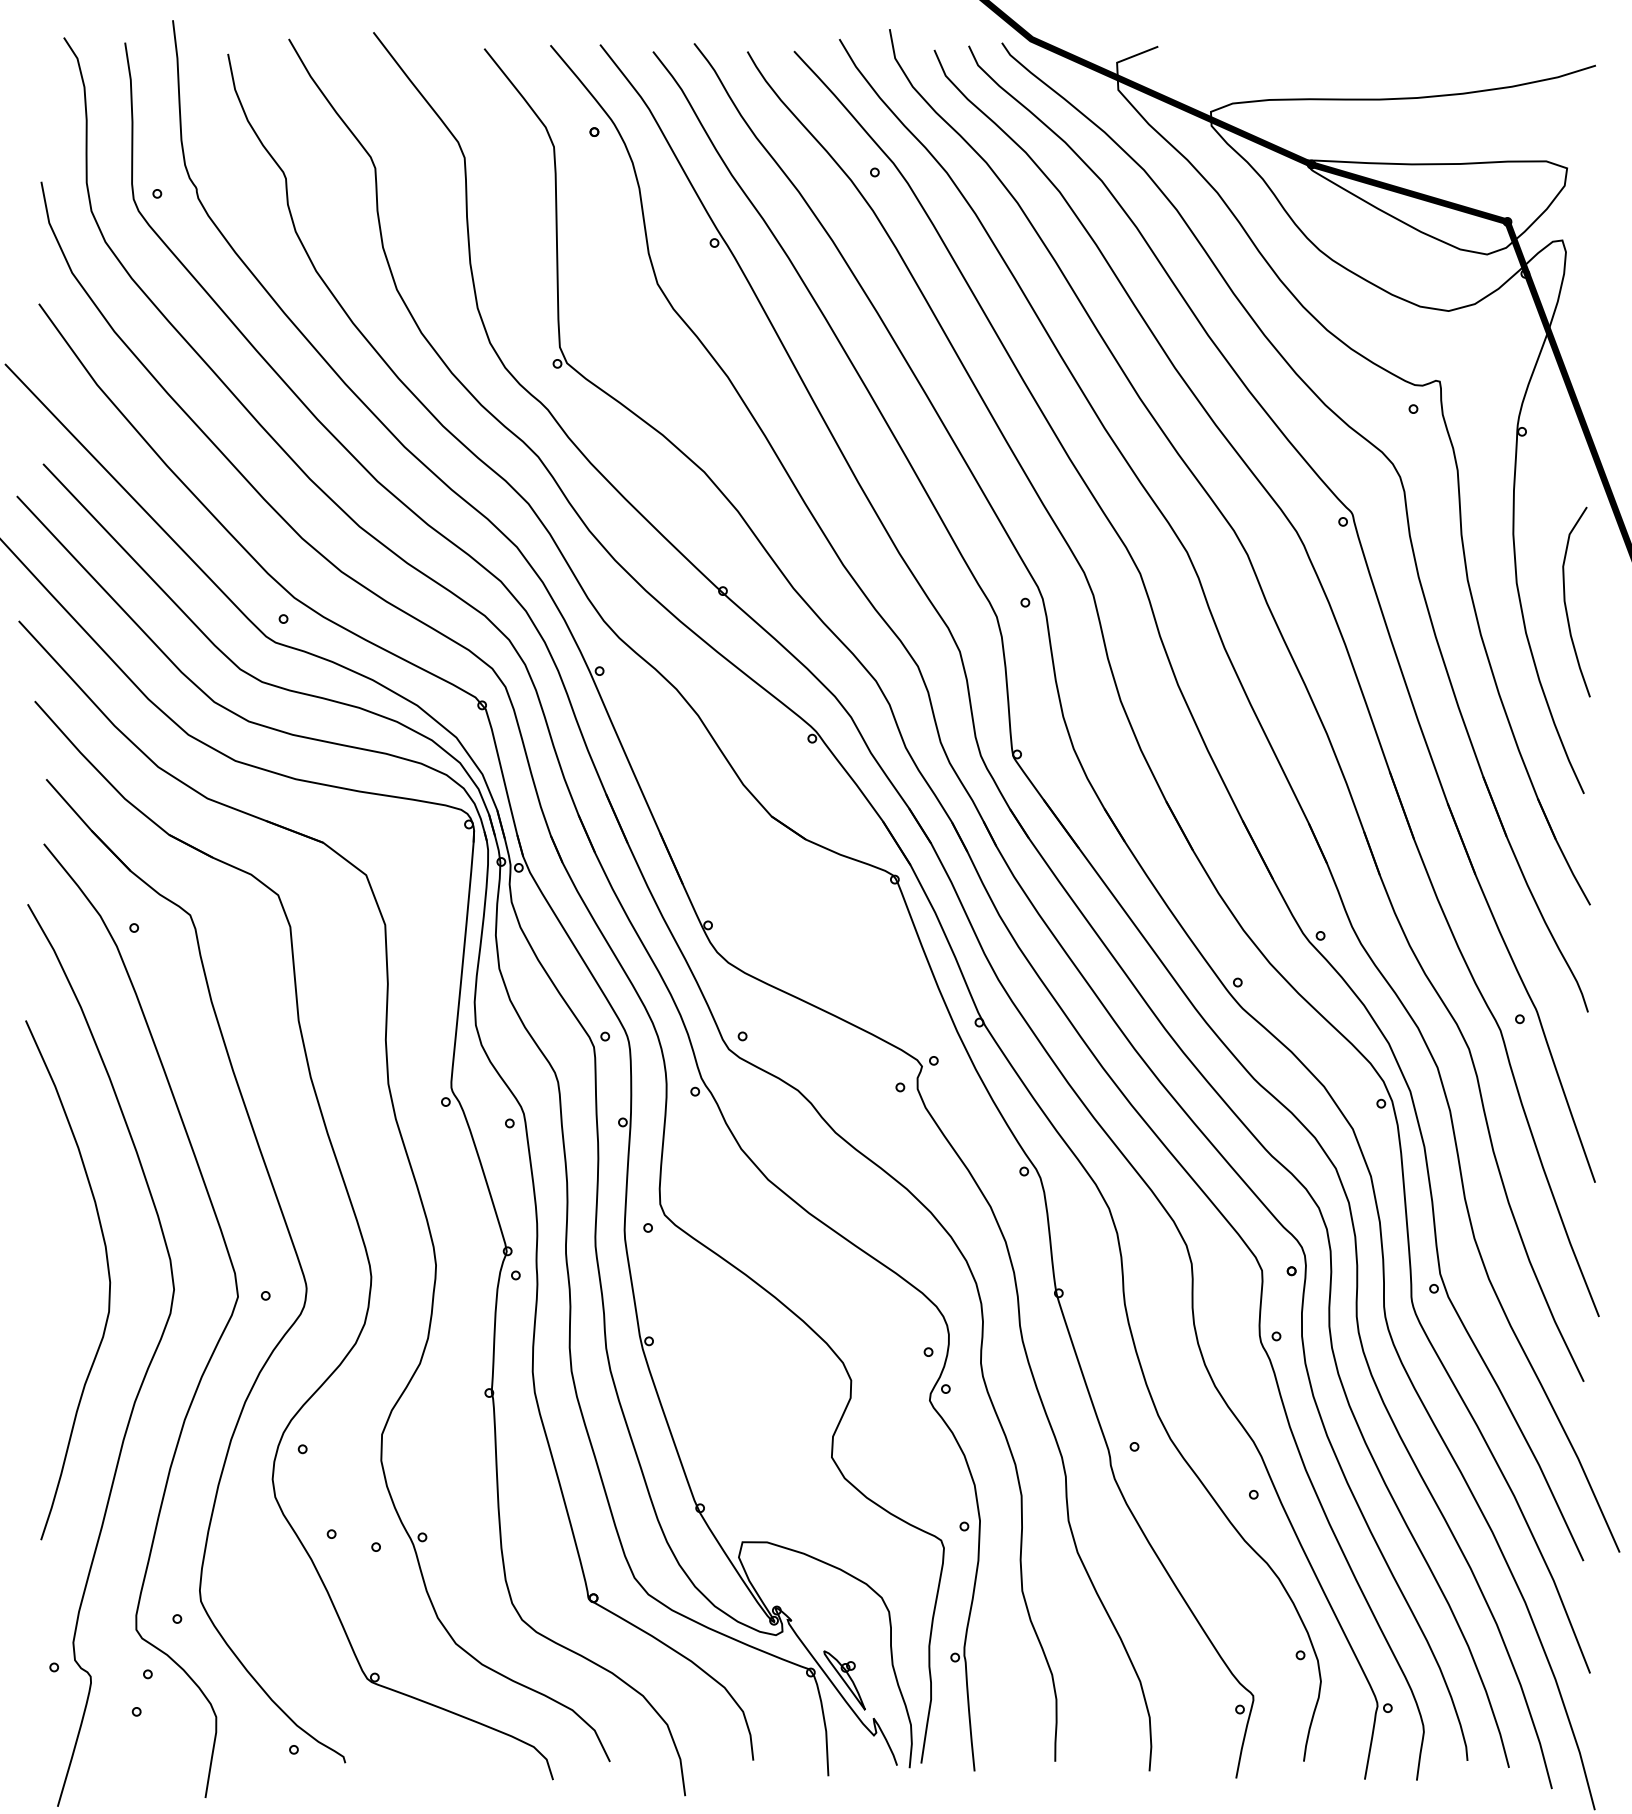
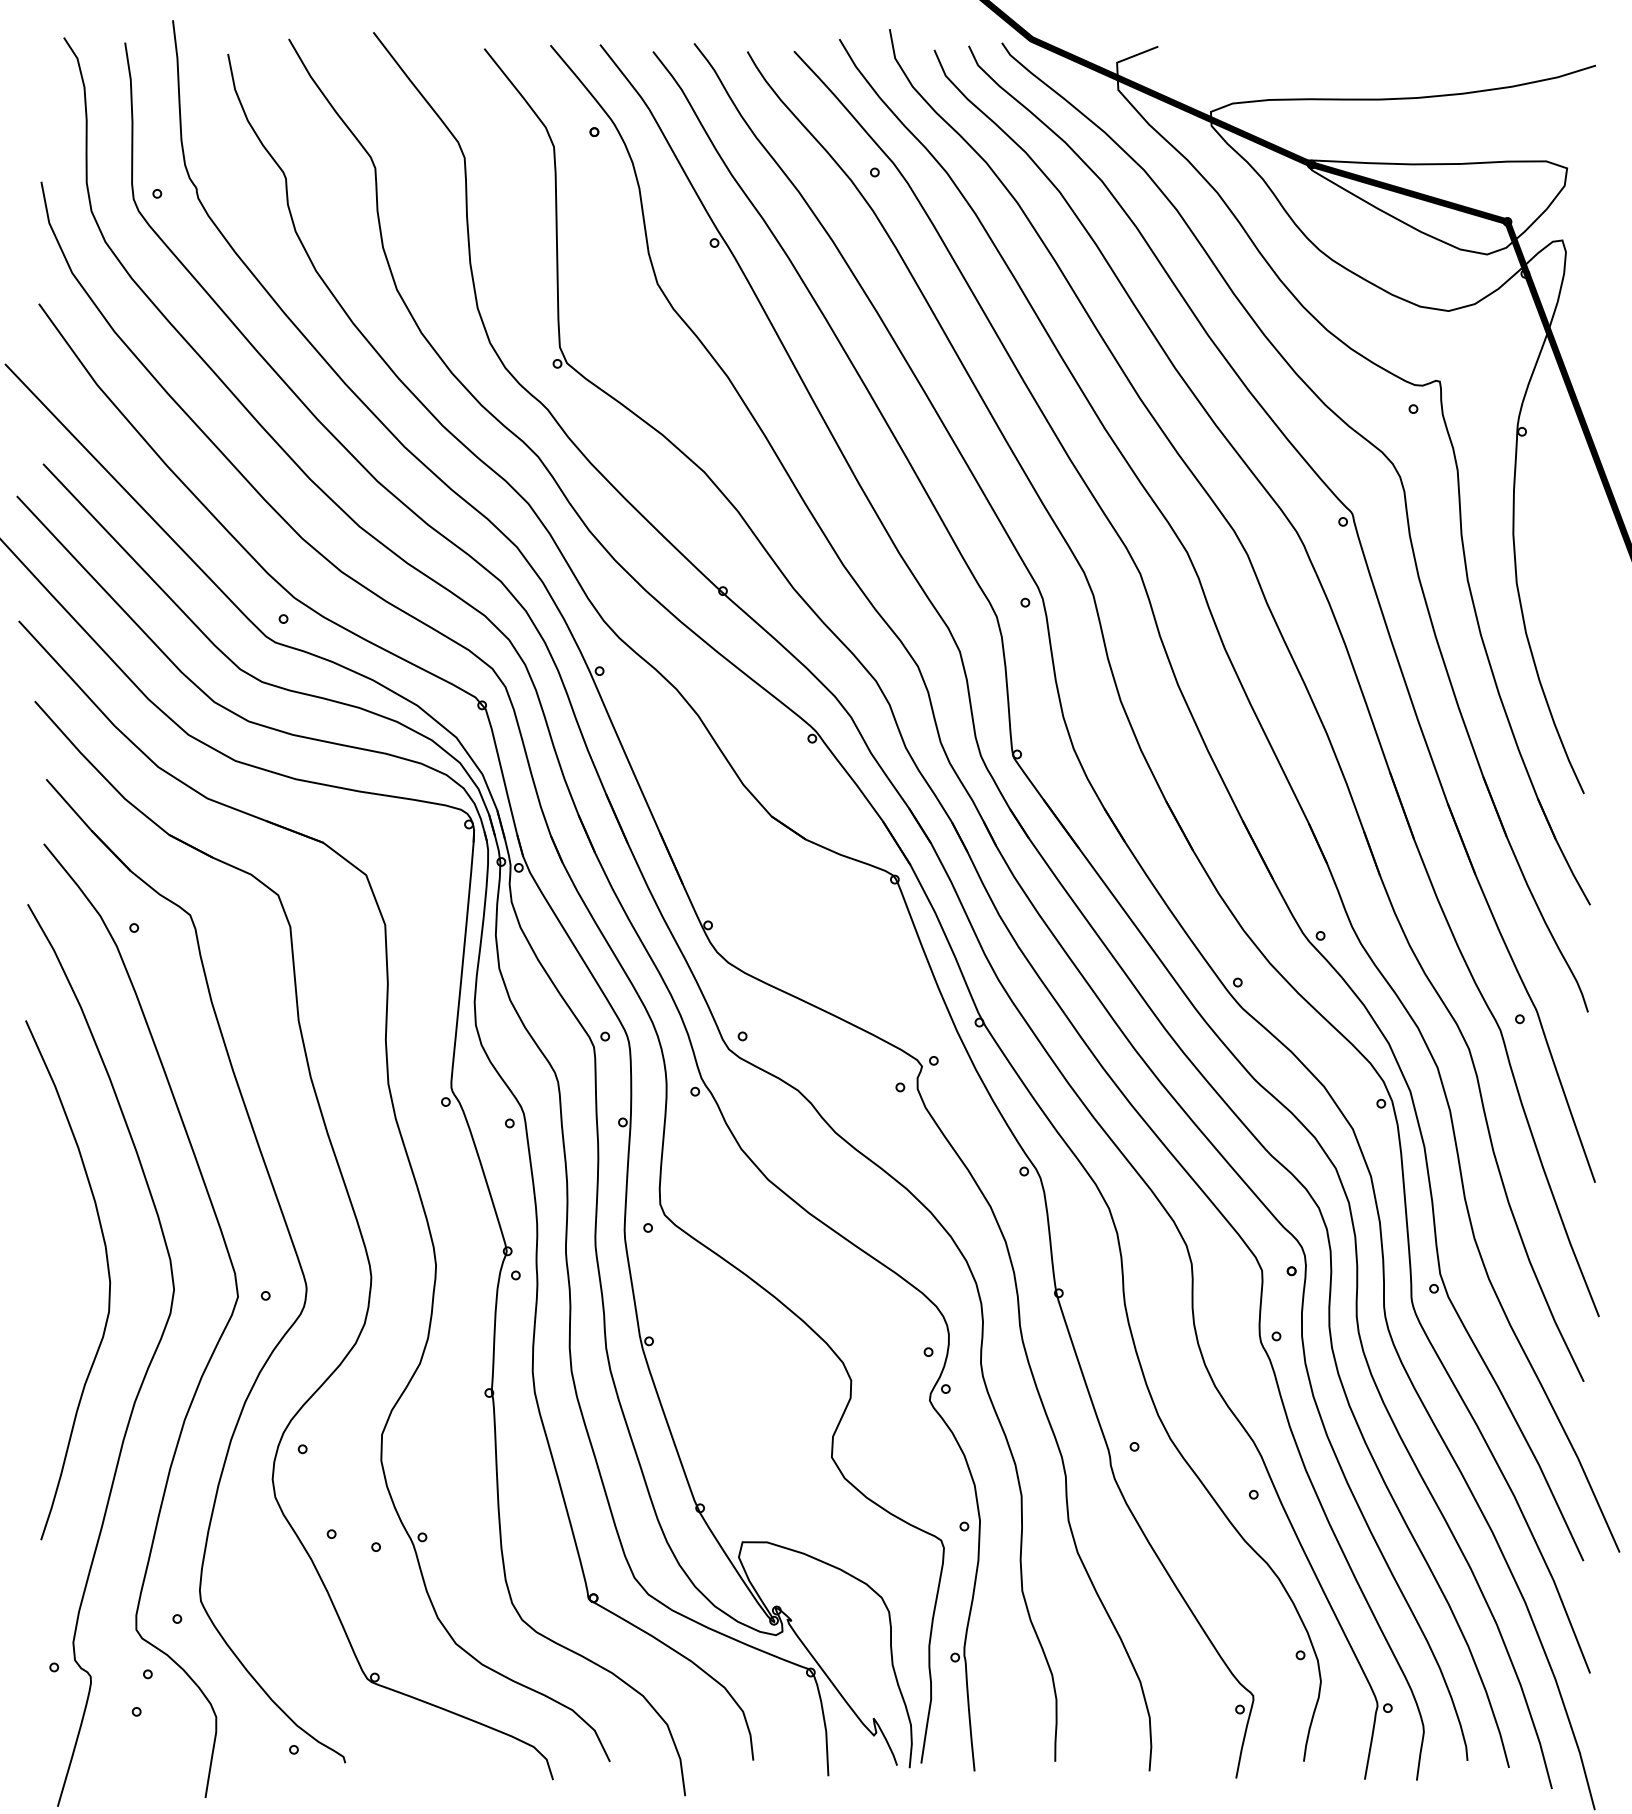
curve at (1566, 604): present -> none
part at (844, 1680): present -> none
